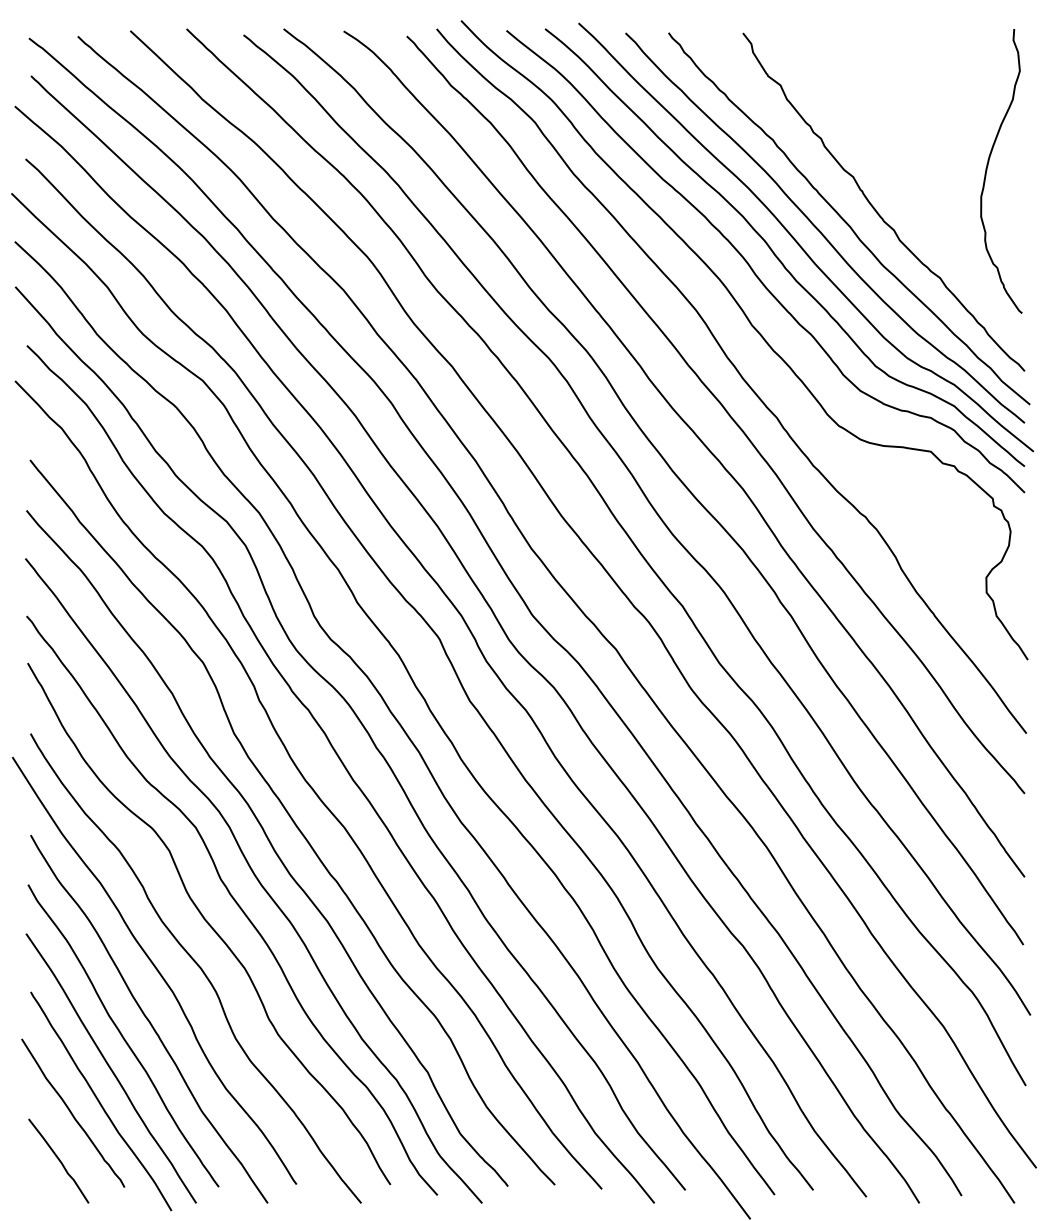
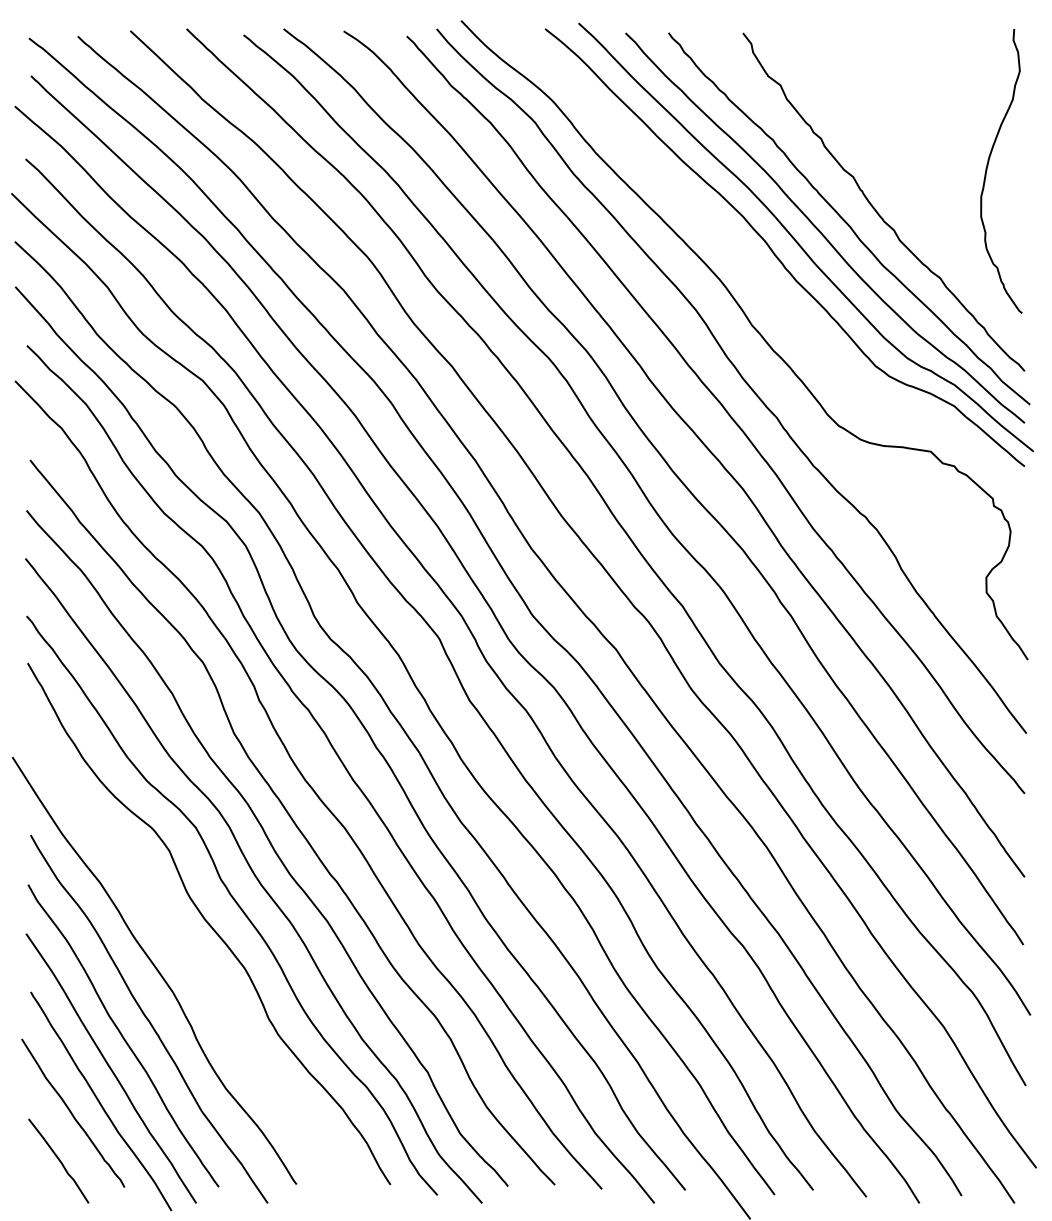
curve at (753, 269): present -> none
curve at (198, 967): present -> none
